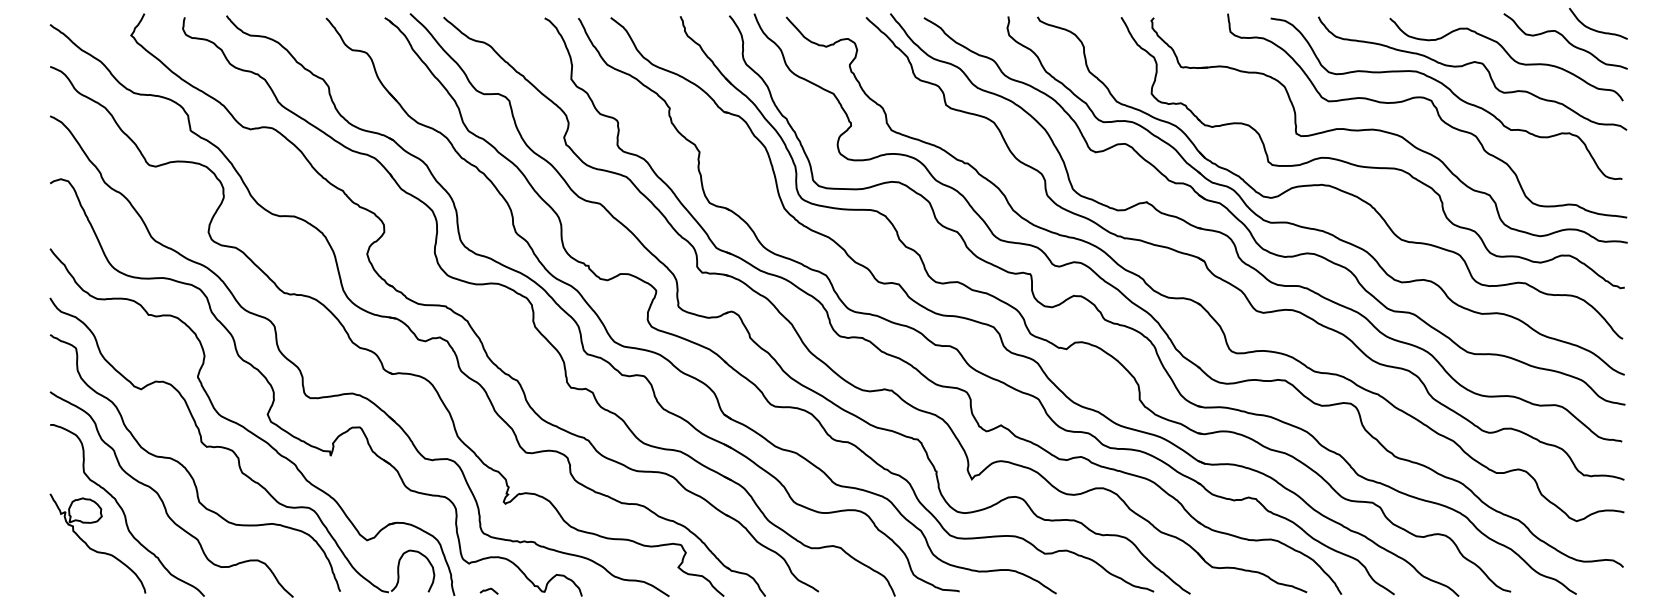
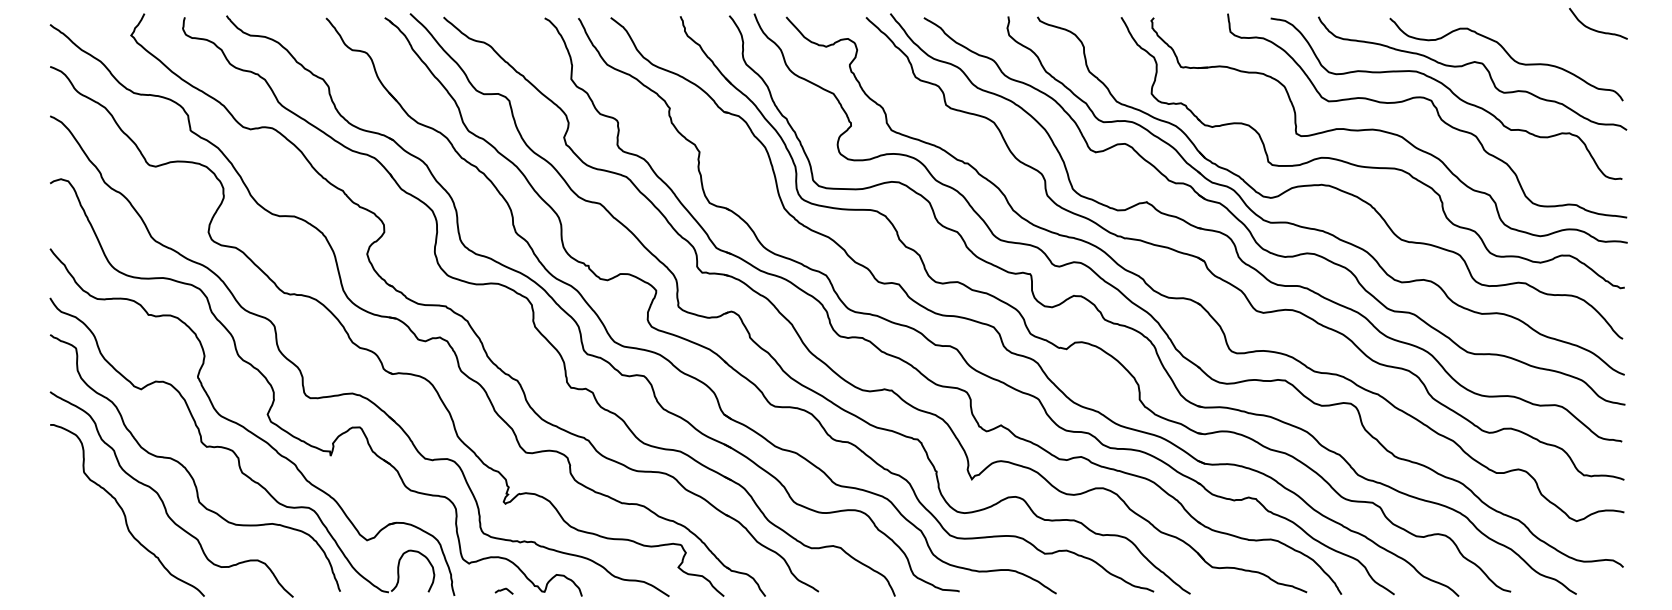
curve at (1565, 40): present -> none
part at (94, 549): present -> none
curve at (488, 590) position: (488, 590) -> (503, 590)
